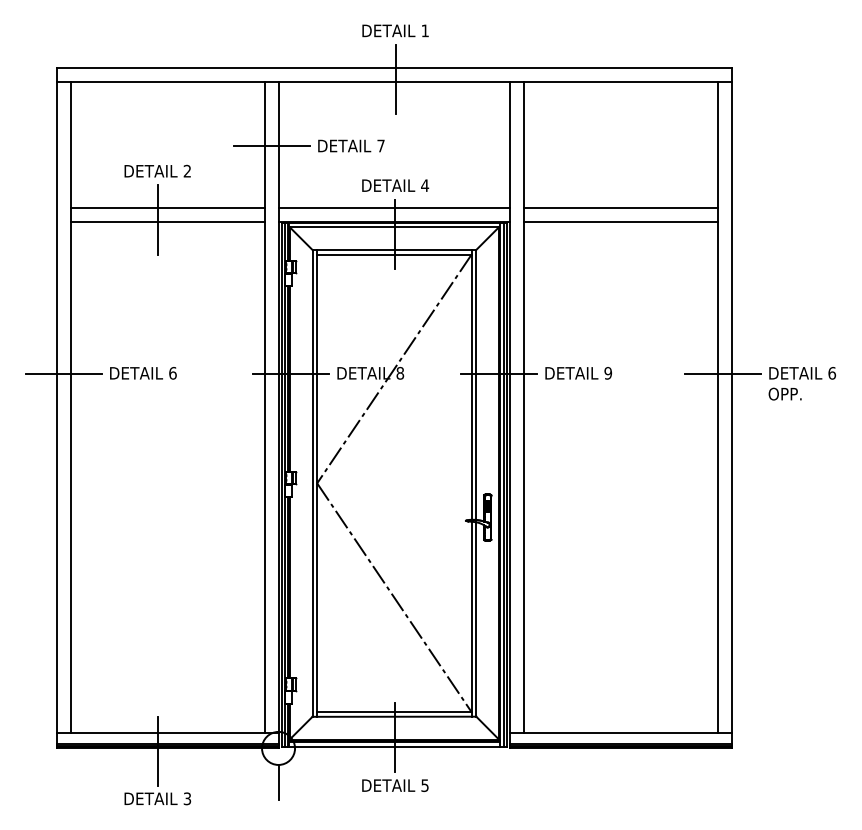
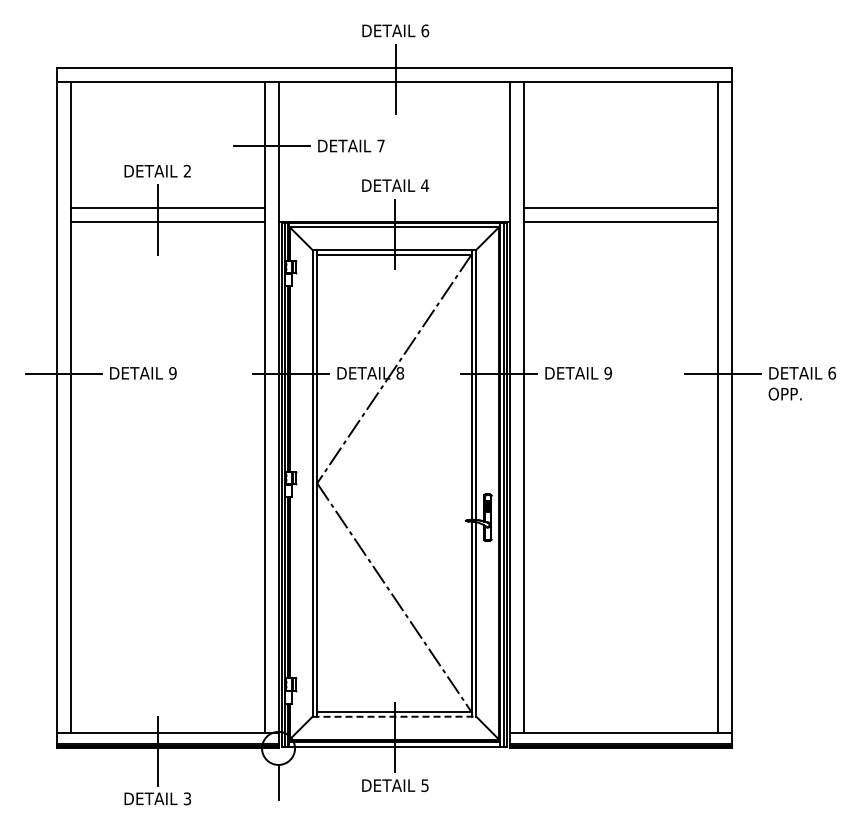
text at (425, 30): 1 -> 6
line at (394, 208): present -> none
text at (172, 373): 6 -> 9
line at (394, 716): solid -> dashed
